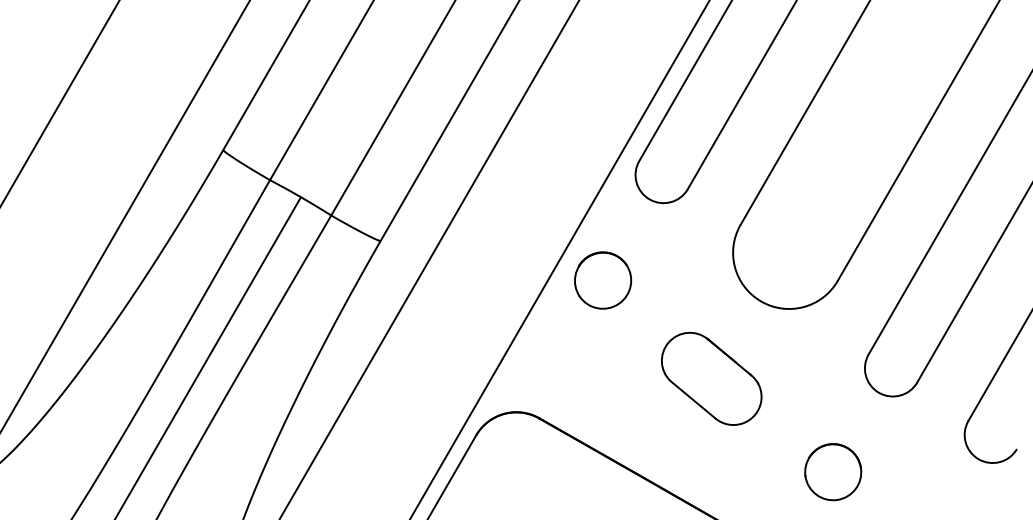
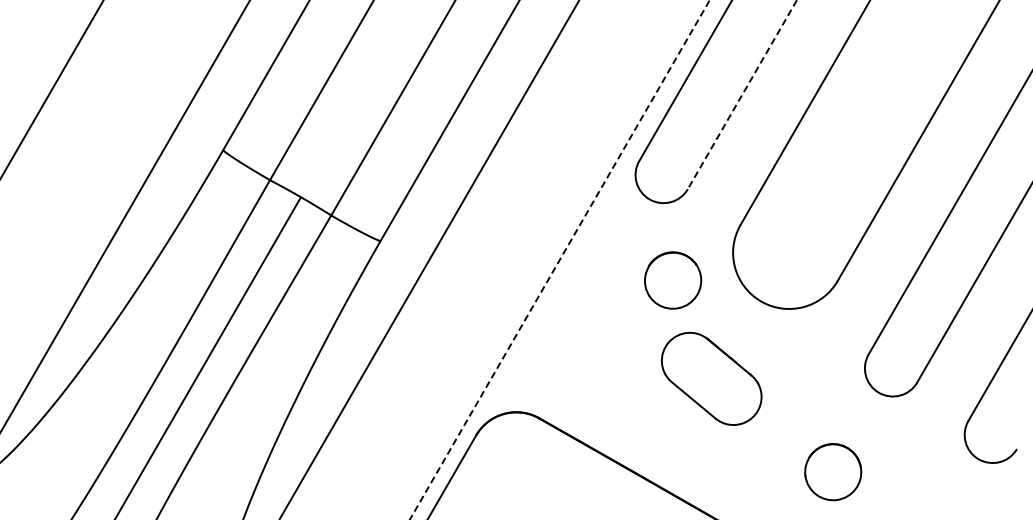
line at (742, 94): solid -> dashed
line at (60, 102) position: (60, 102) -> (52, 89)
line at (559, 260): solid -> dashed
part at (603, 280) position: (603, 280) -> (673, 280)
